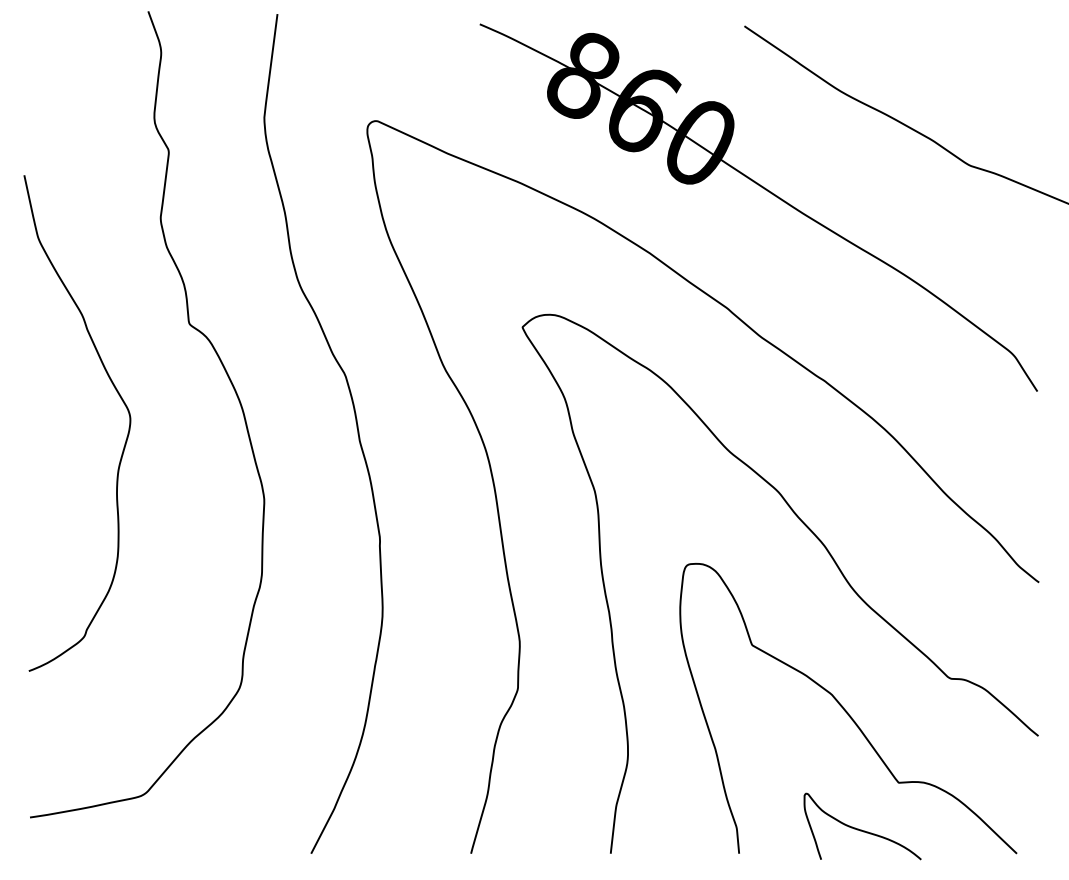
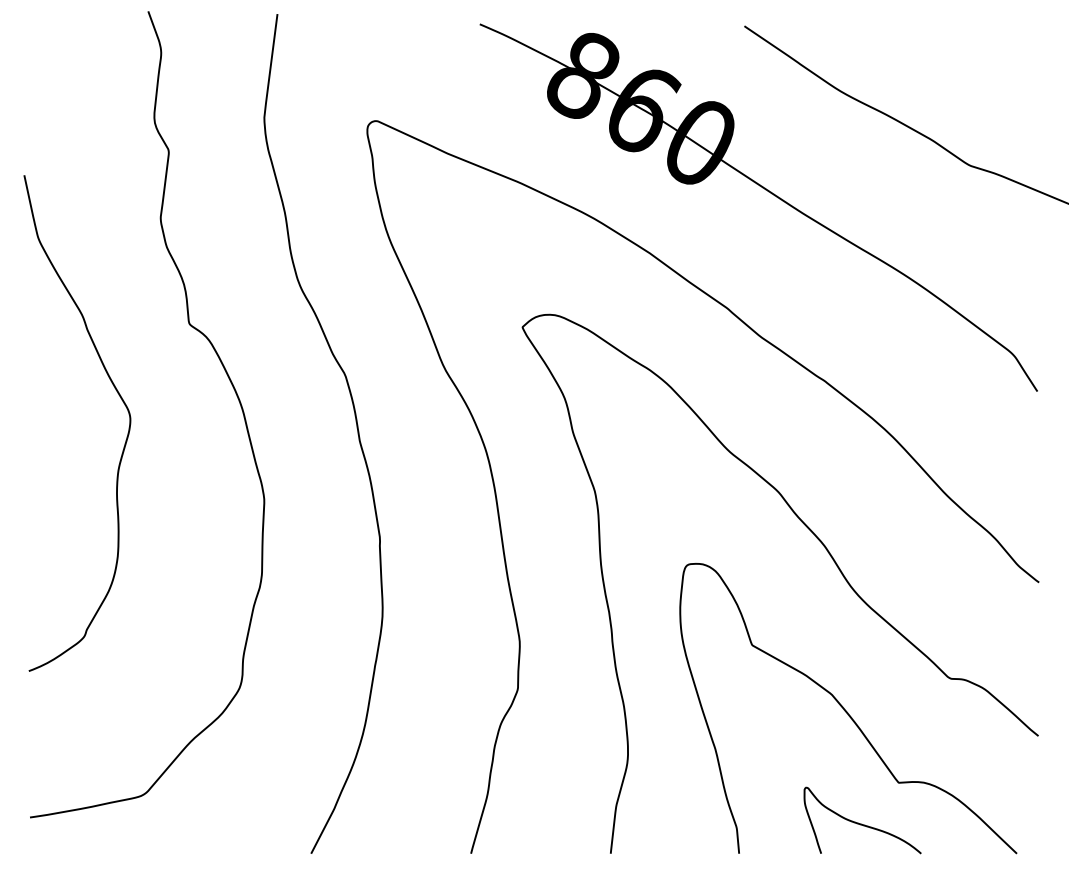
curve at (861, 829) position: (861, 829) -> (861, 823)
